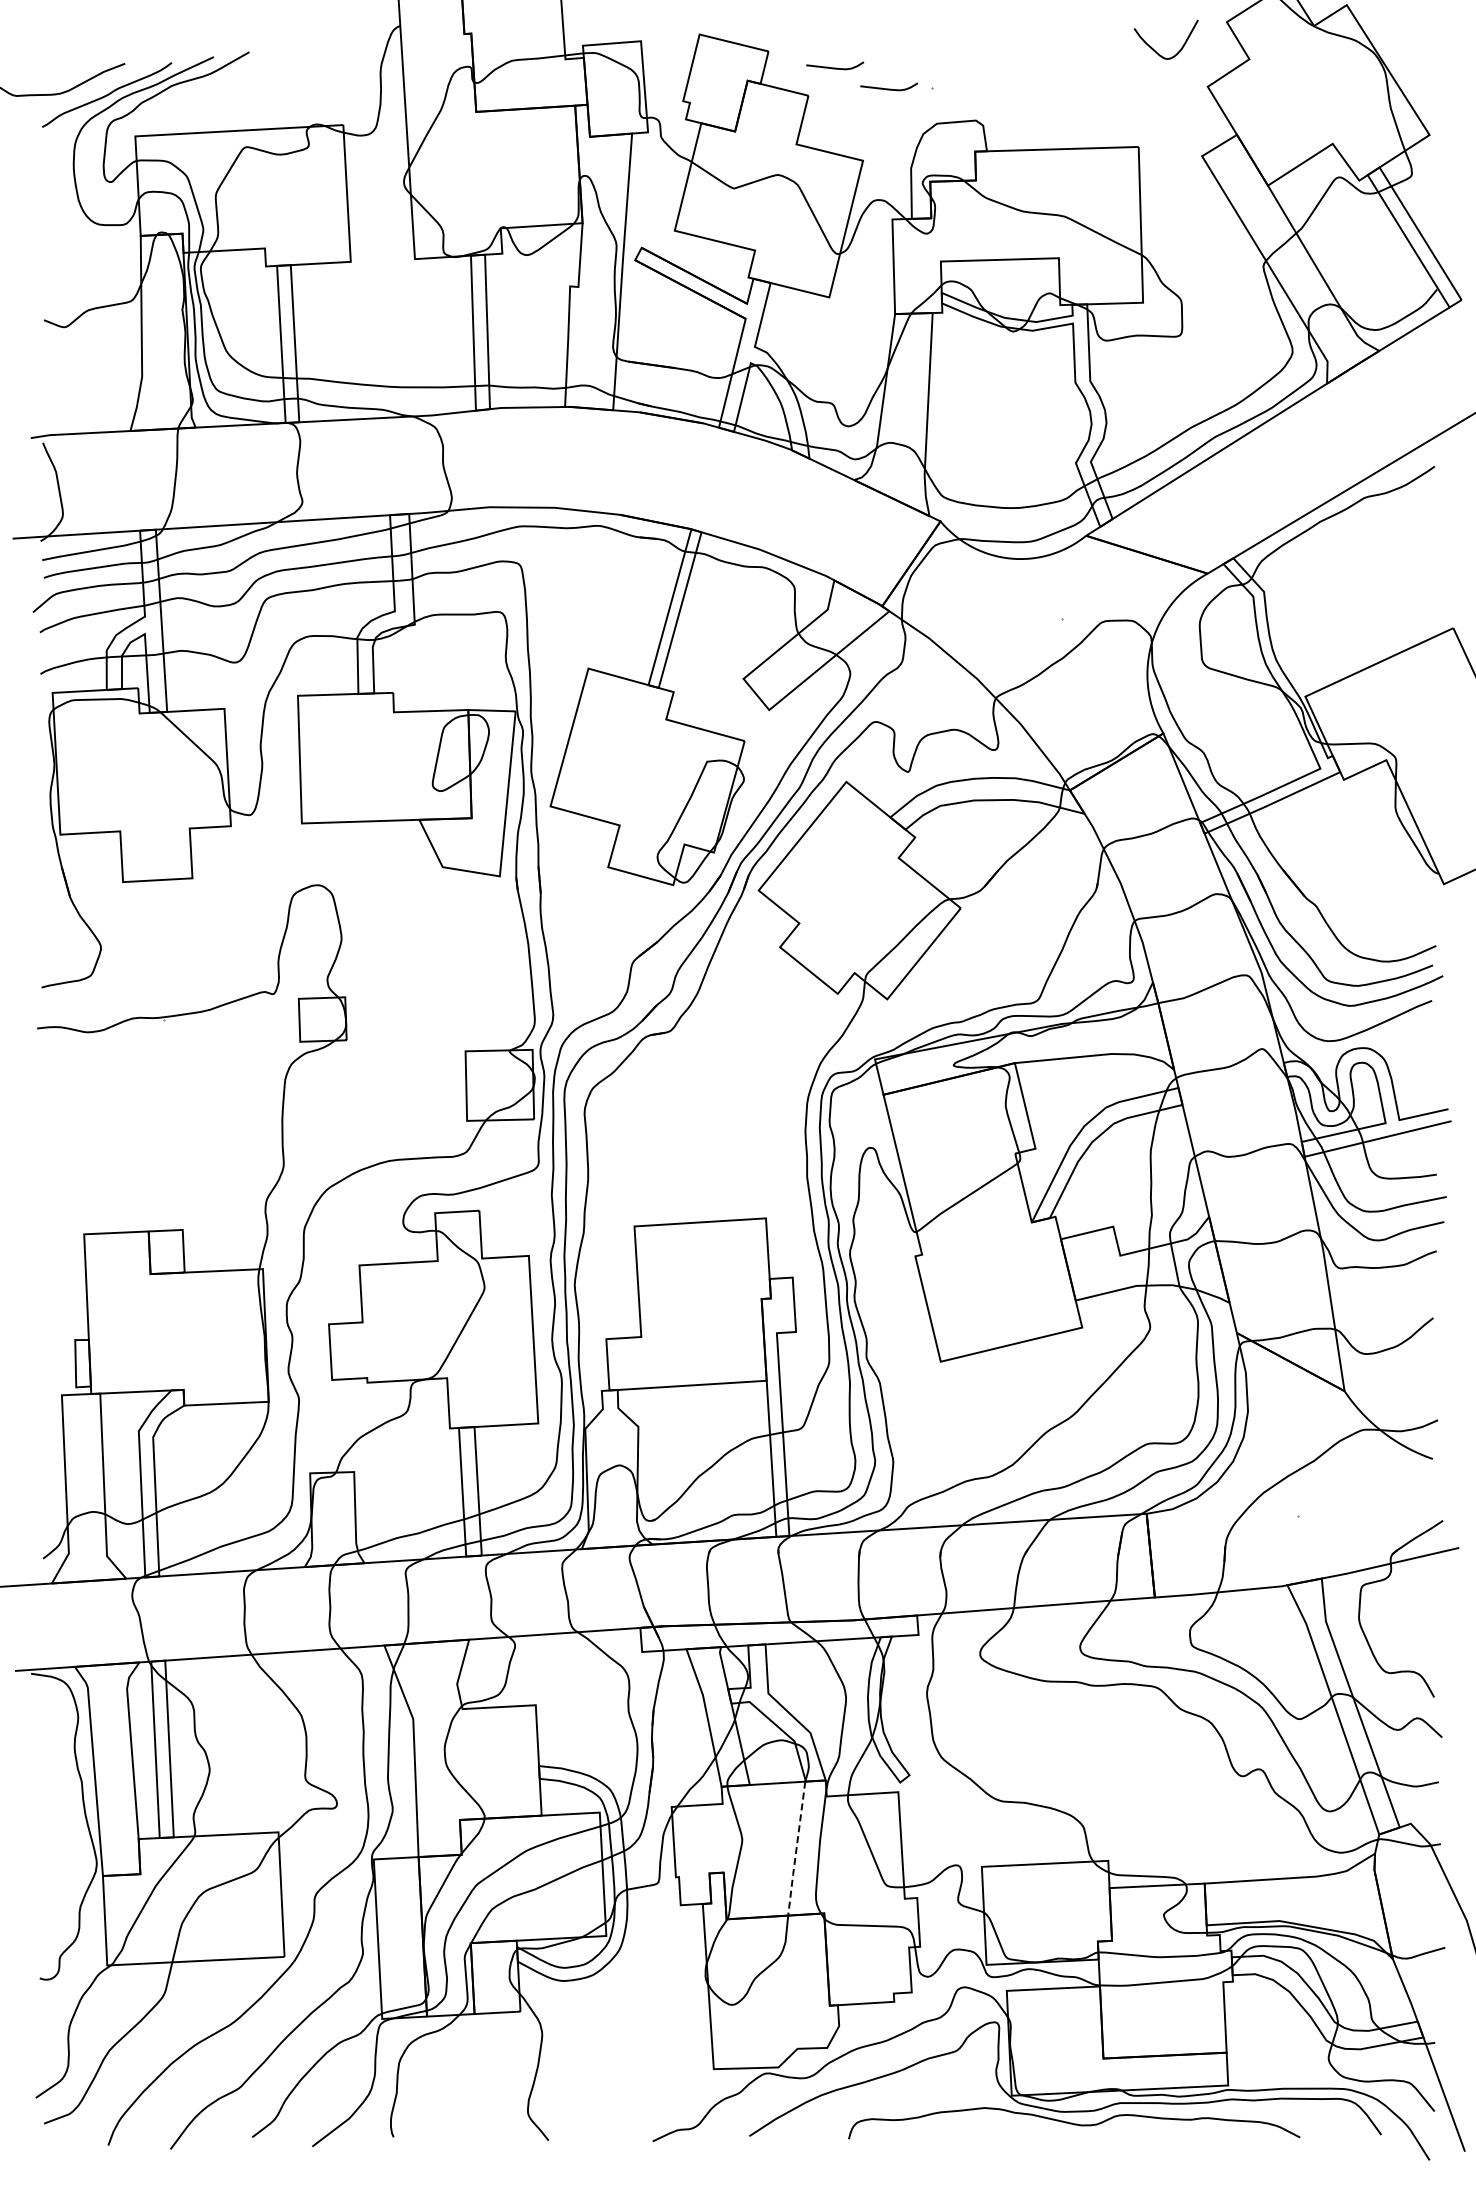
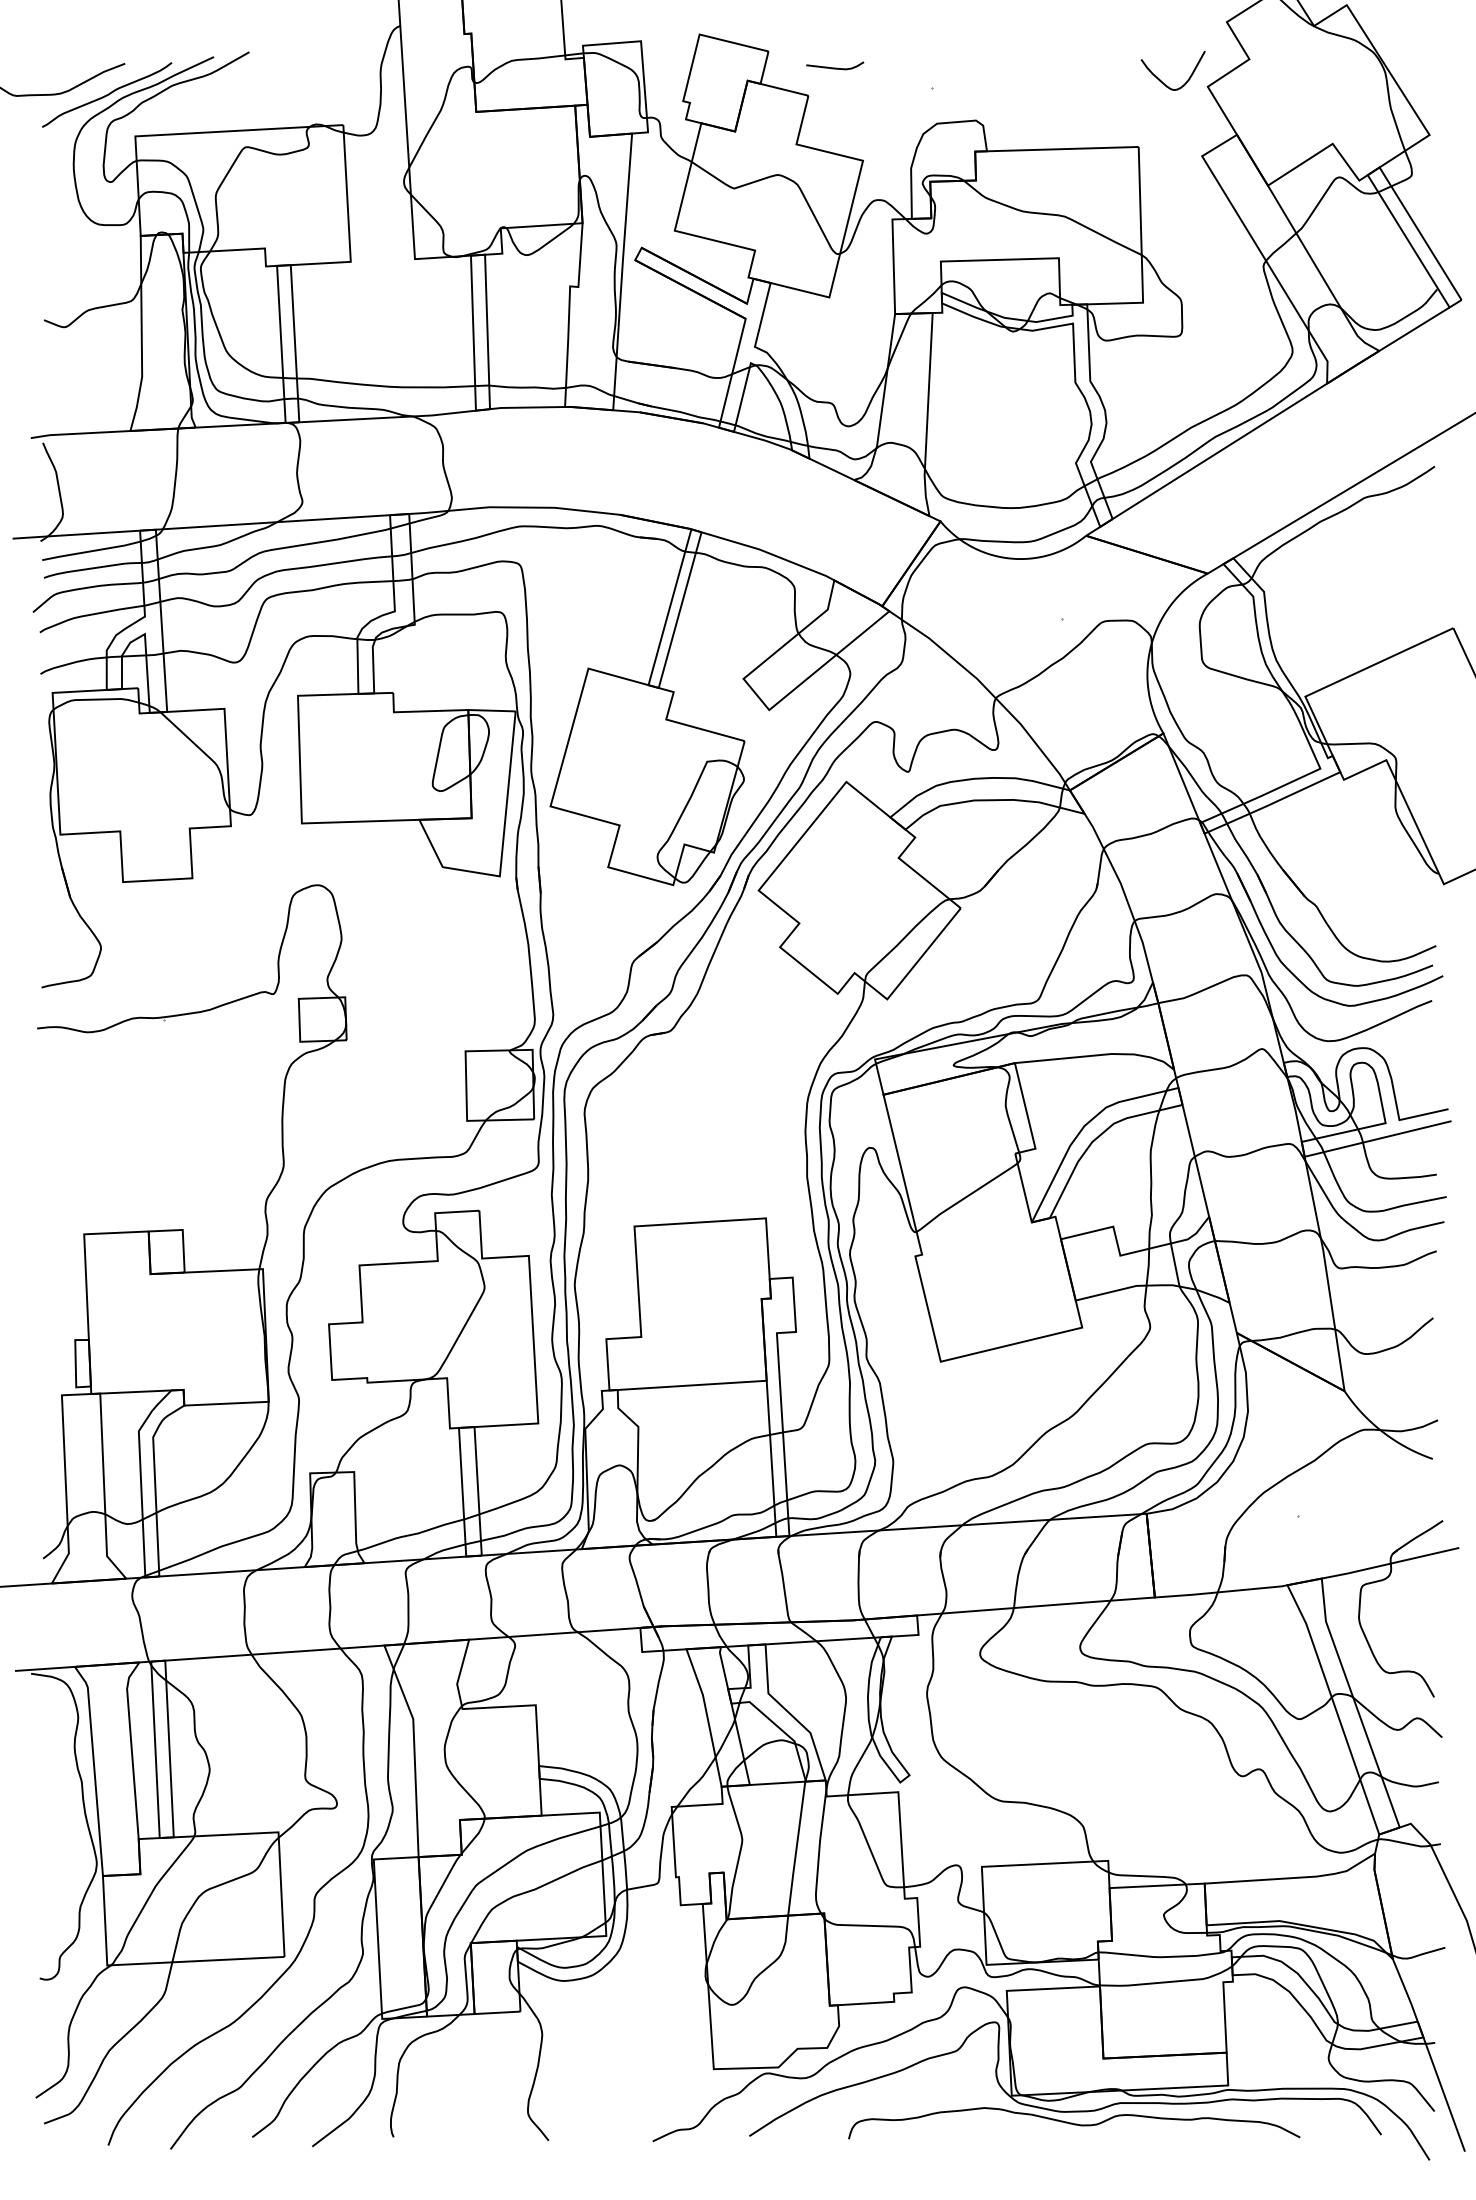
curve at (1154, 49) position: (1154, 49) -> (1161, 80)
curve at (889, 88): present -> none
line at (796, 1849): dashed -> solid
